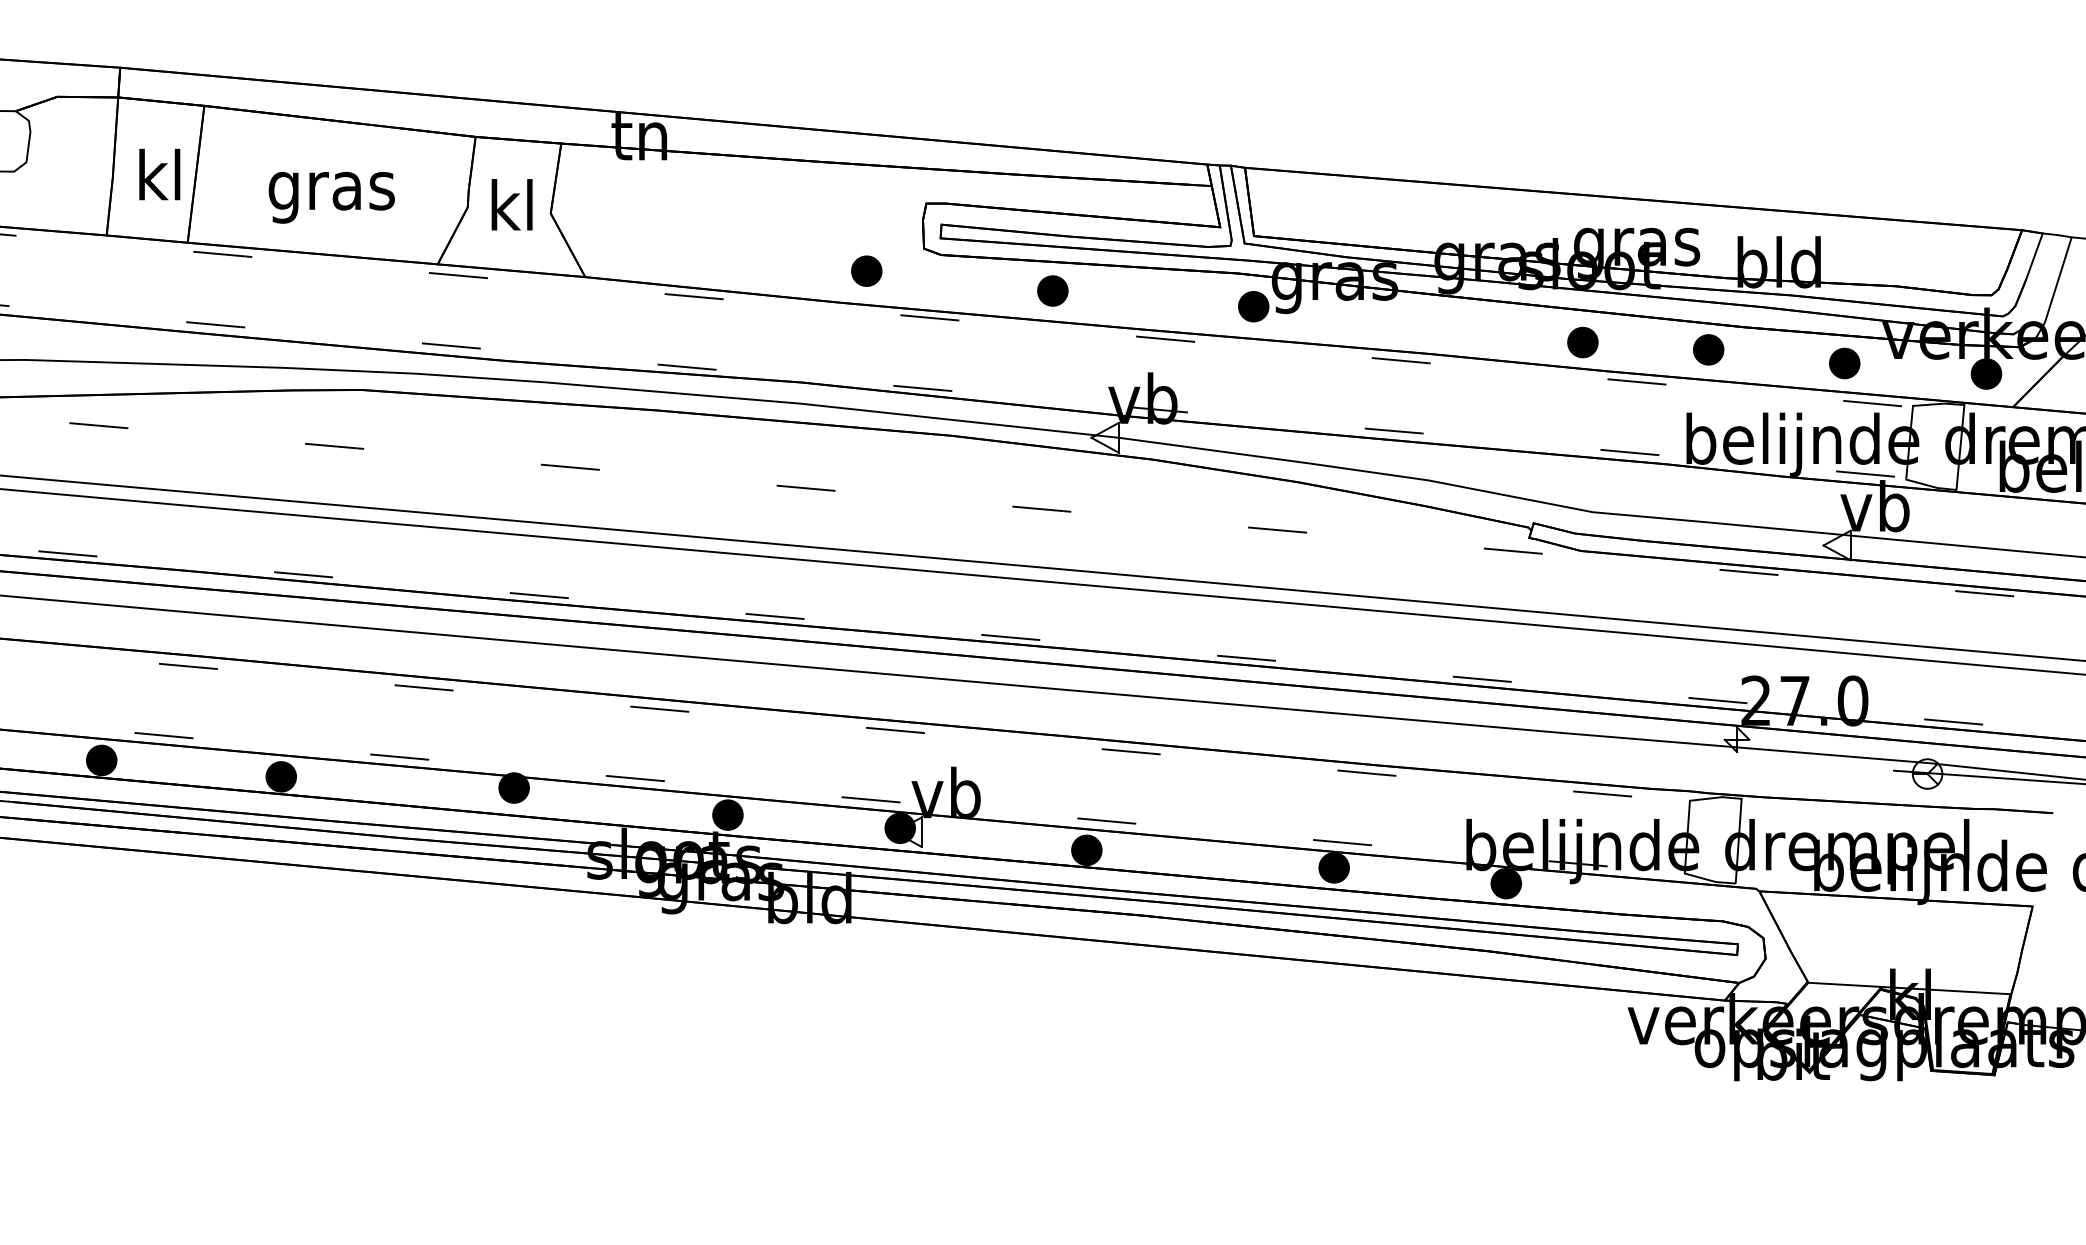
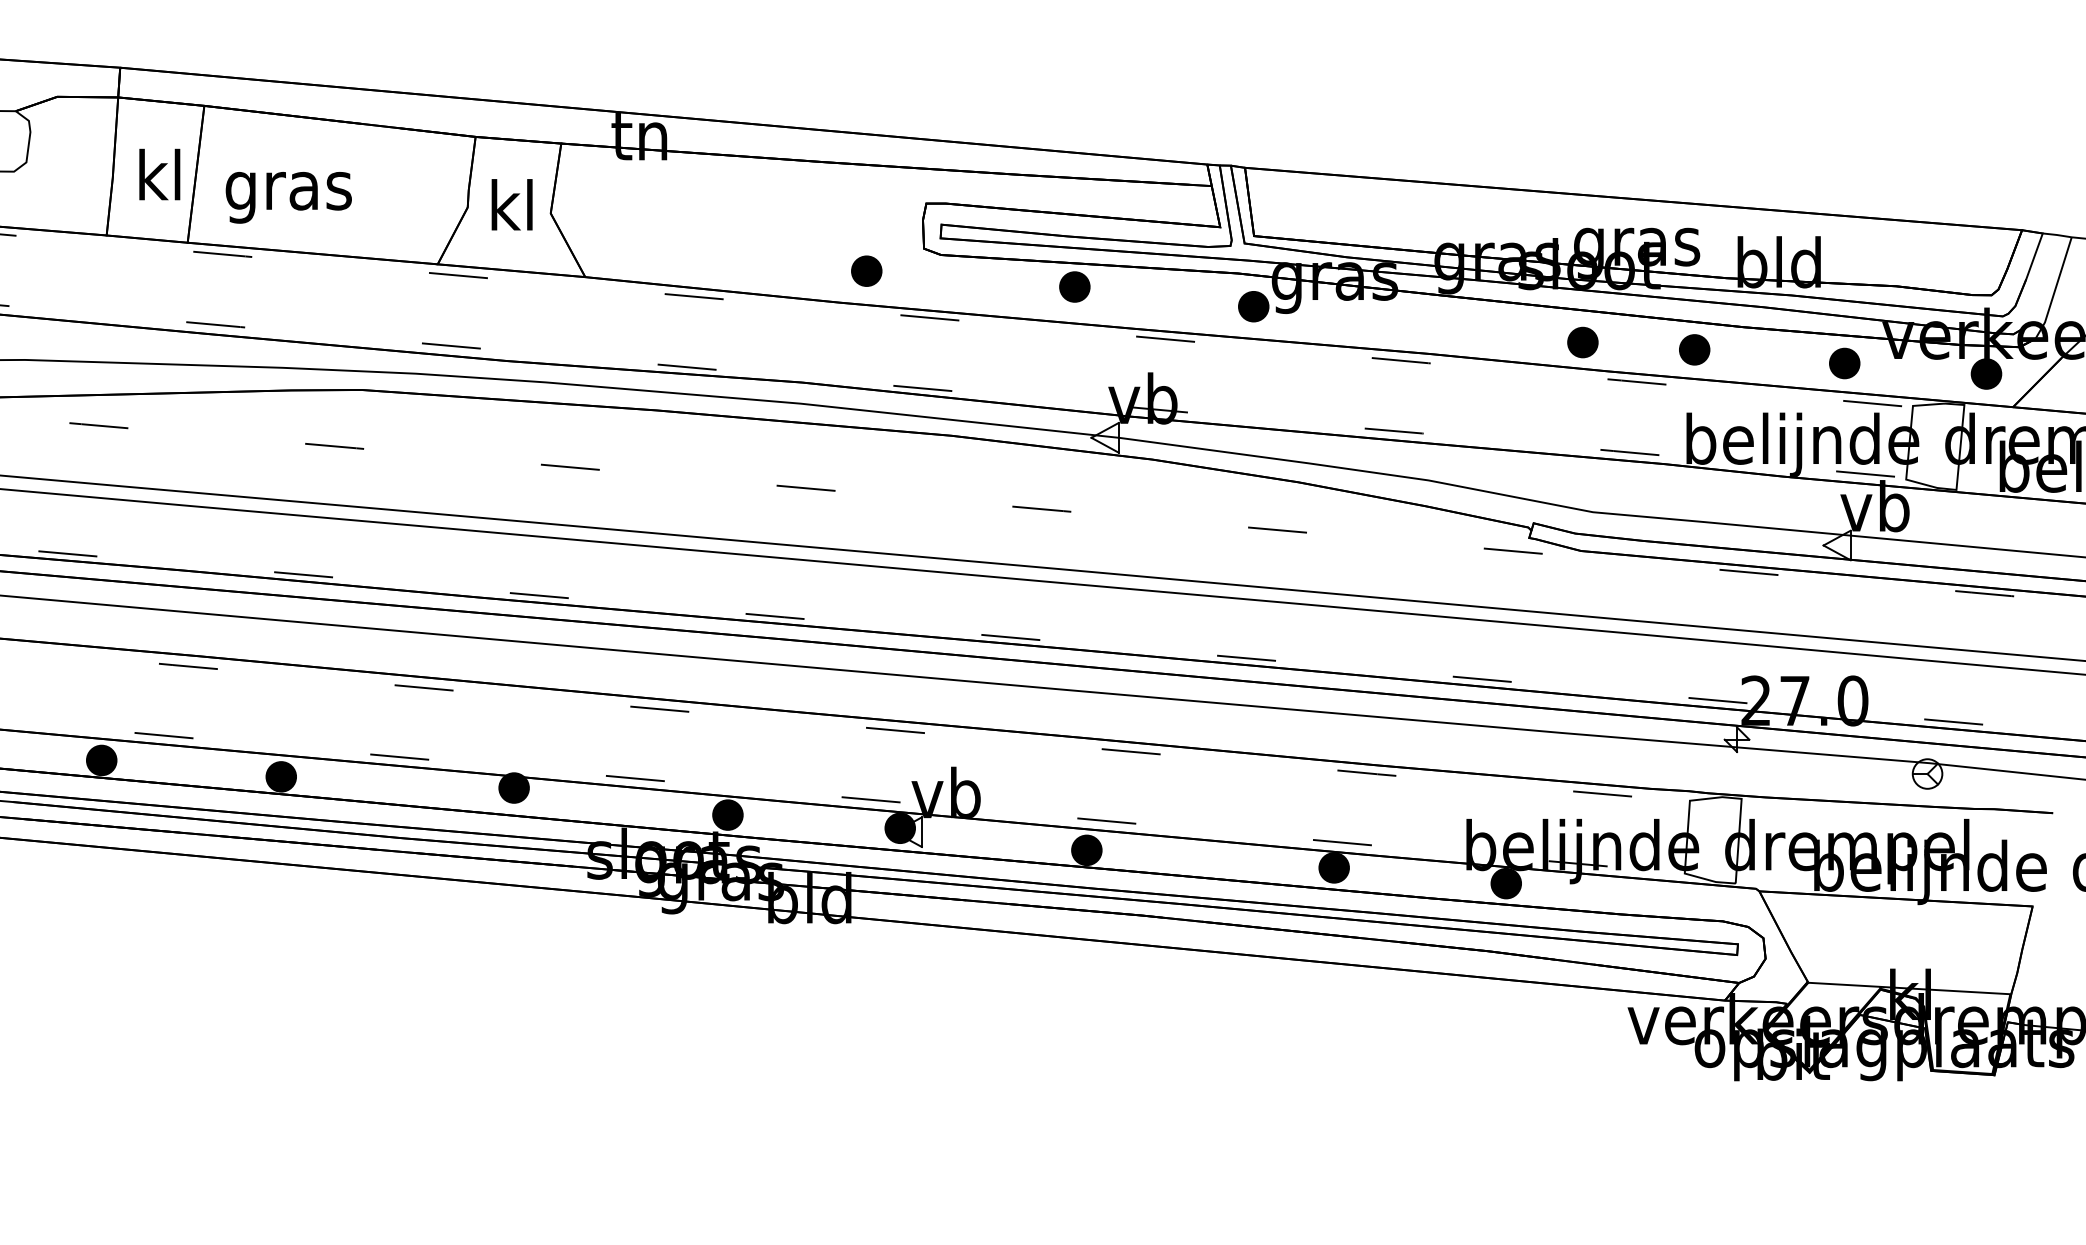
text at (331, 197) position: (331, 197) -> (288, 197)
part at (1052, 290) position: (1052, 290) -> (1074, 286)
part at (1708, 349) position: (1708, 349) -> (1694, 349)
line at (1987, 776): present -> none
